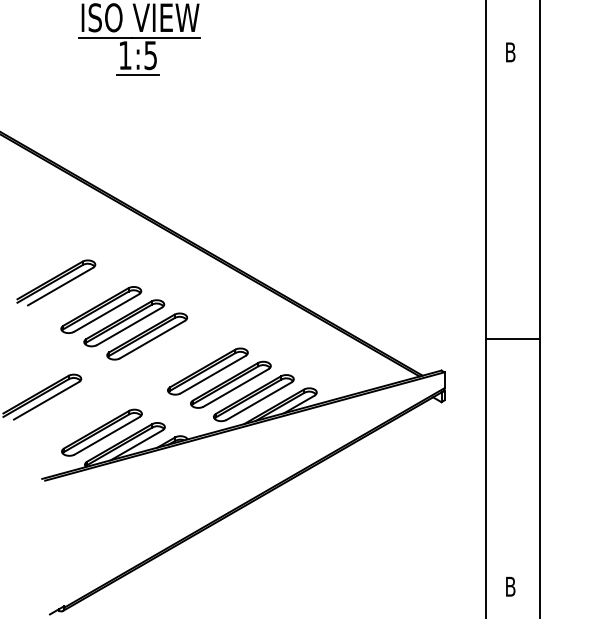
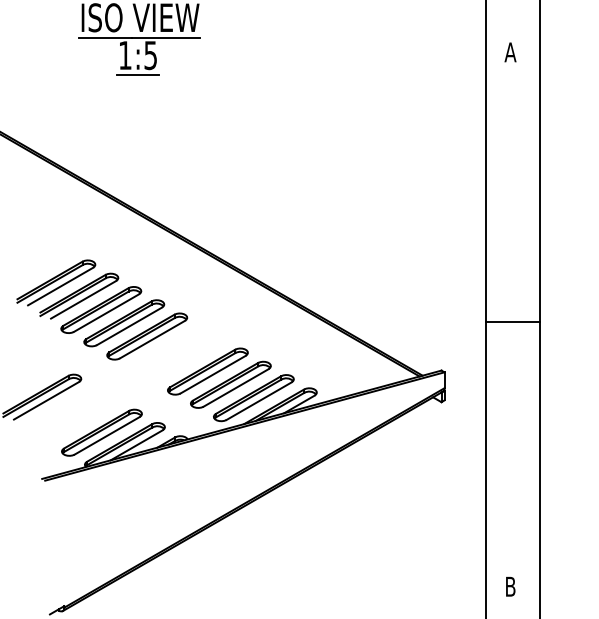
text at (510, 52): B -> A
part at (79, 295): none -> present
line at (512, 339) position: (512, 339) -> (512, 322)
